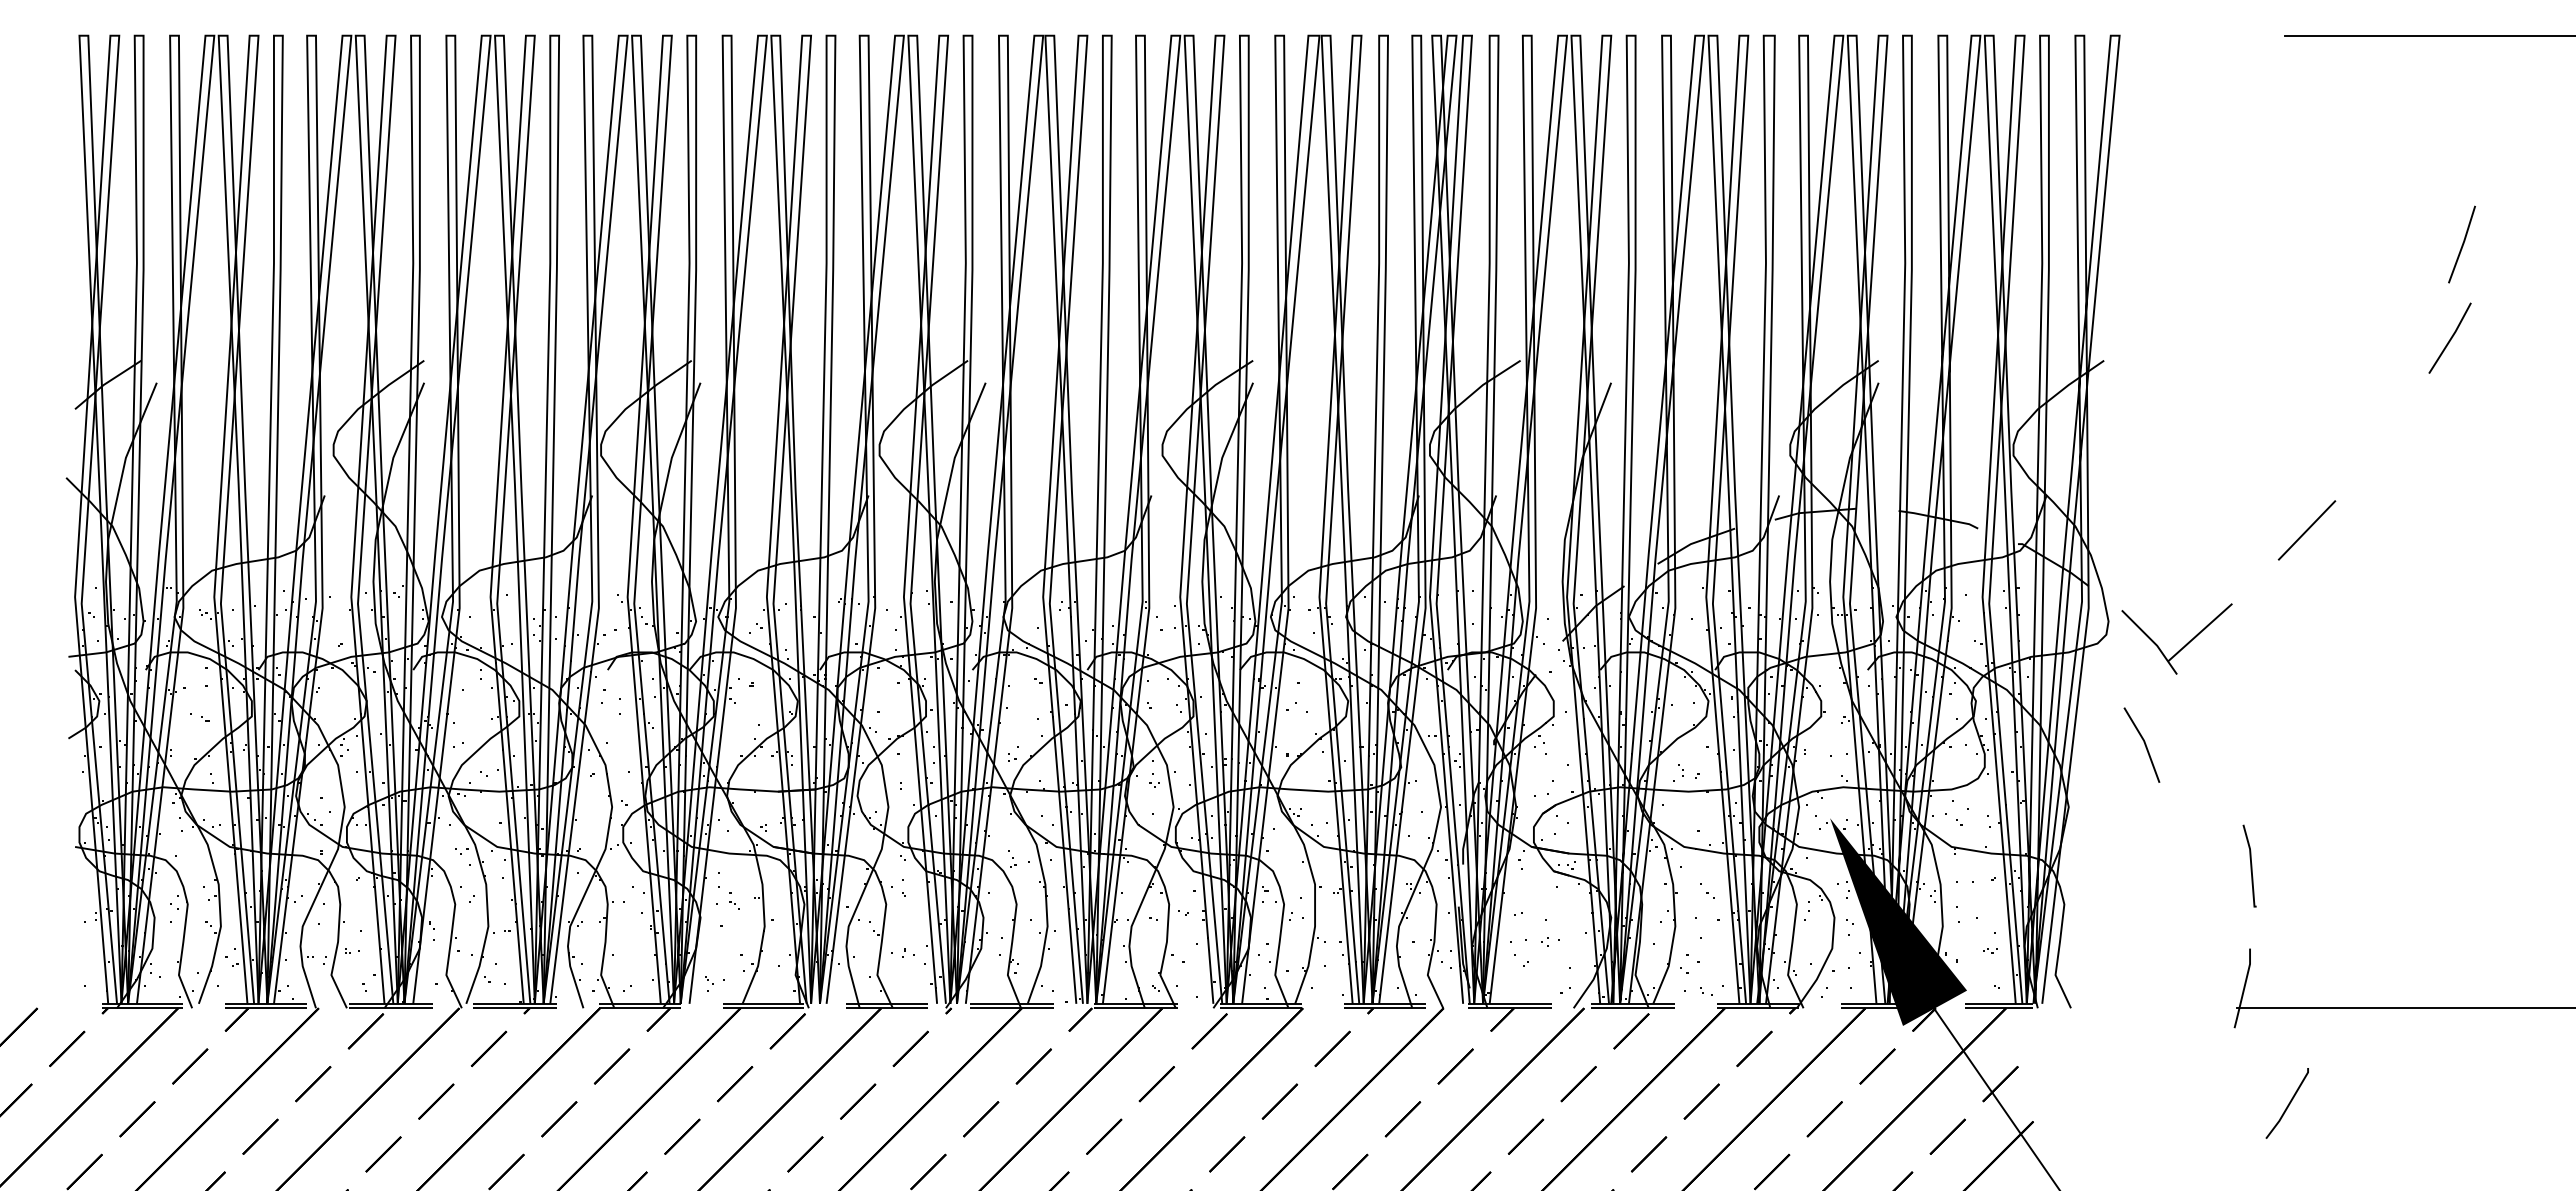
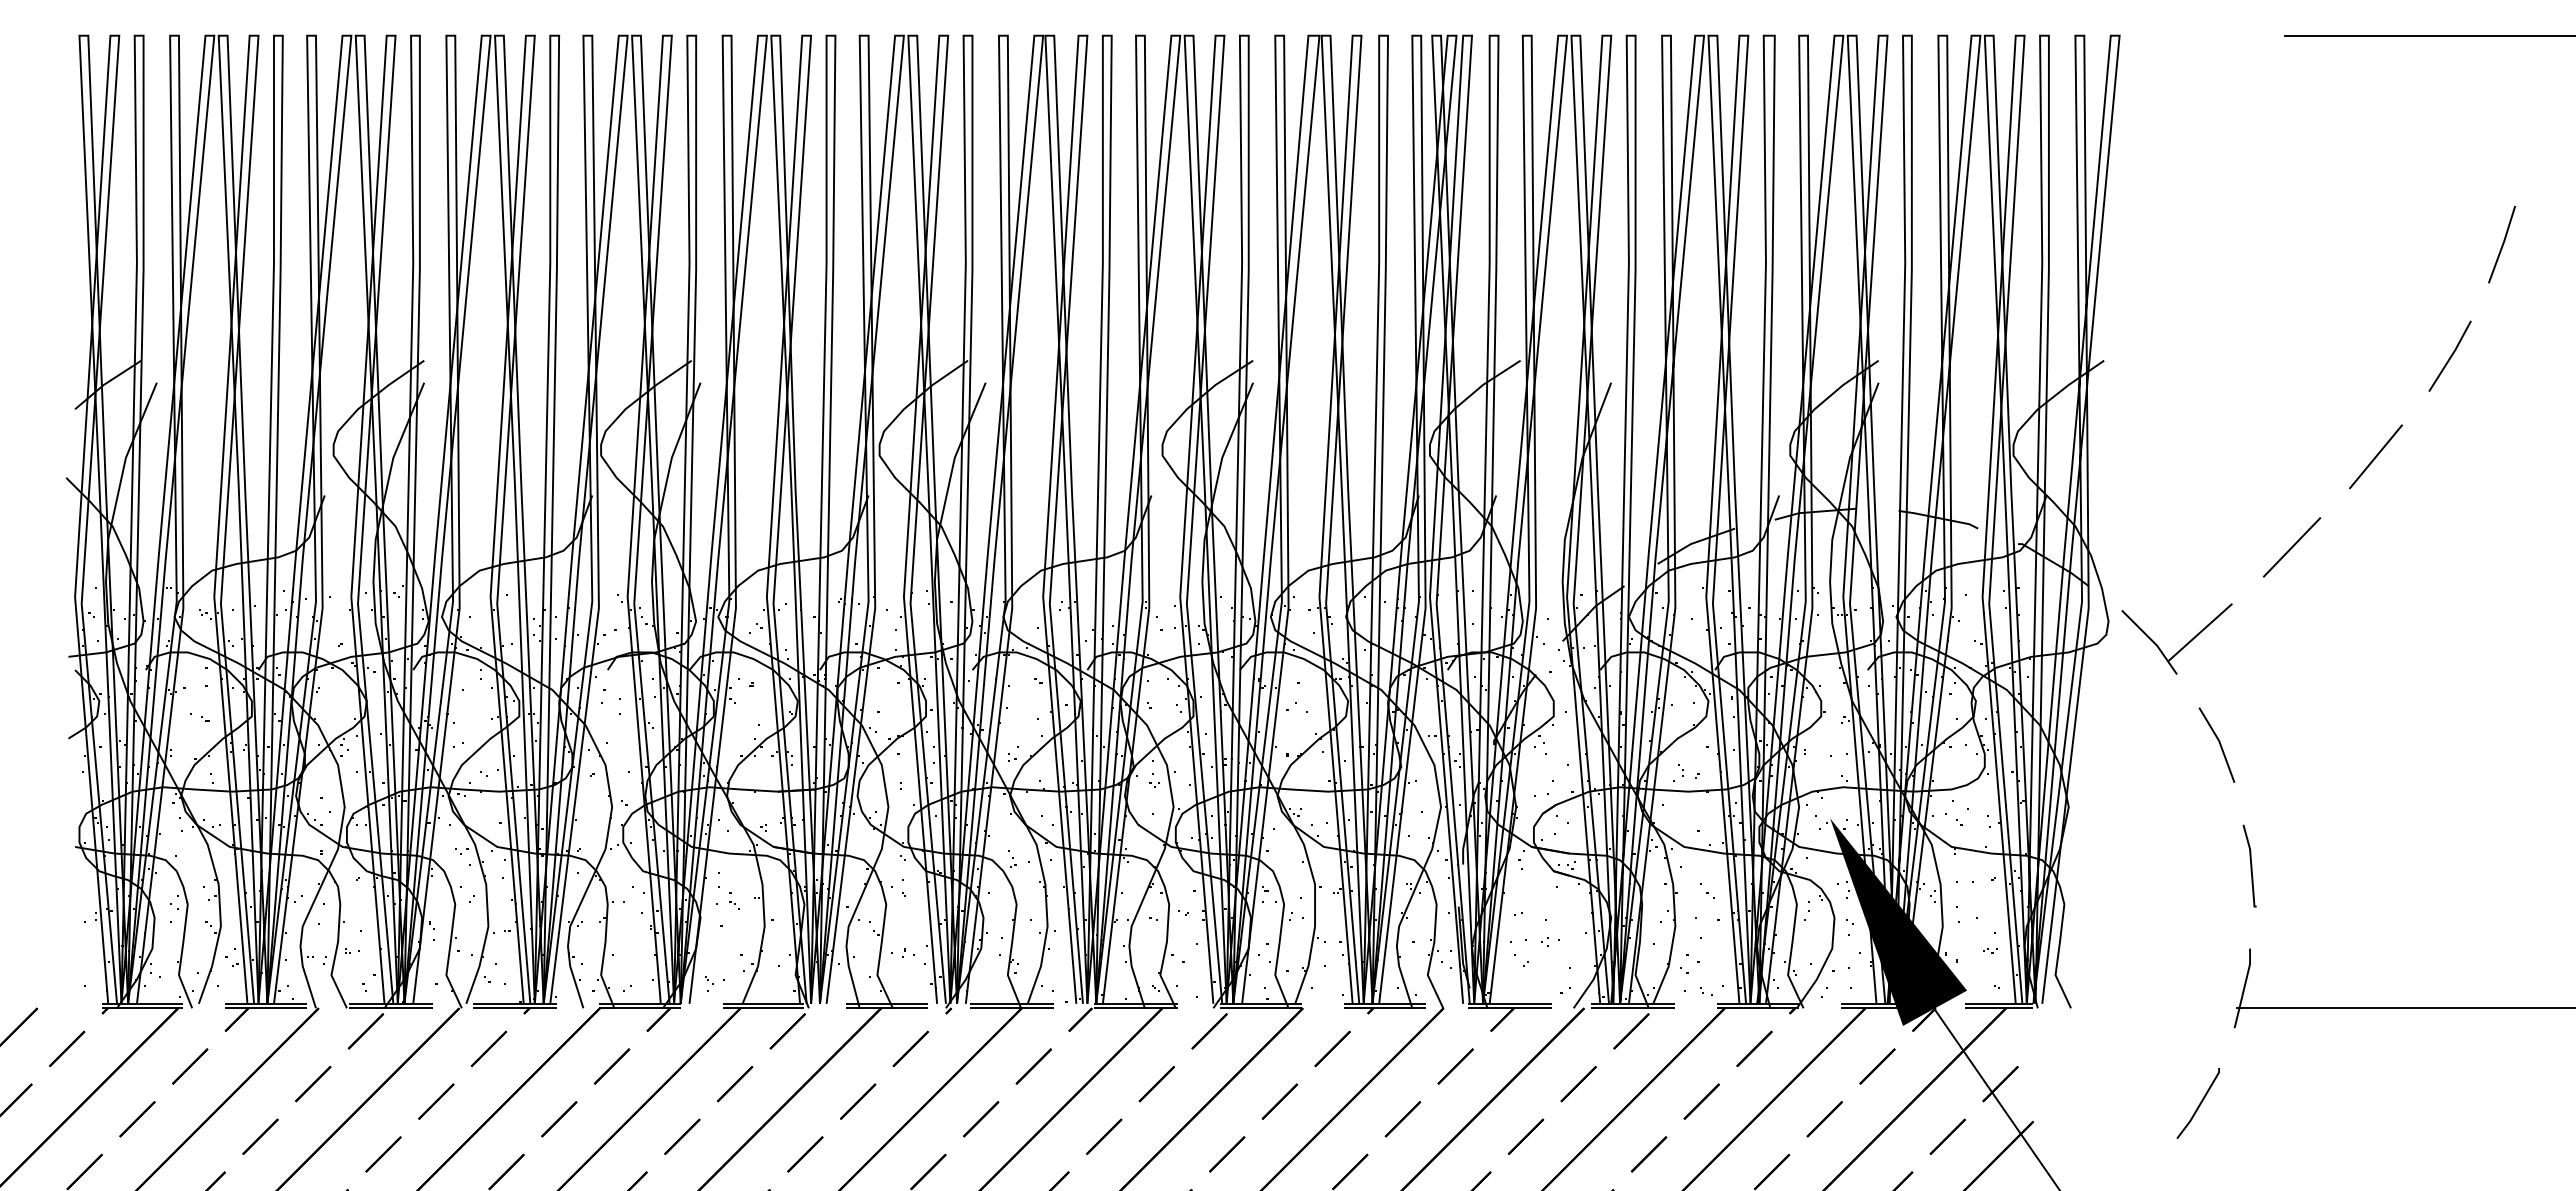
line at (2462, 244) position: (2462, 244) -> (2502, 244)
line at (2450, 337) position: (2450, 337) -> (2450, 355)
line at (2375, 456): none -> present
line at (2306, 530) position: (2306, 530) -> (2291, 547)
line at (2143, 742) position: (2143, 742) -> (2218, 742)
line at (2288, 1103) position: (2288, 1103) -> (2199, 1103)
